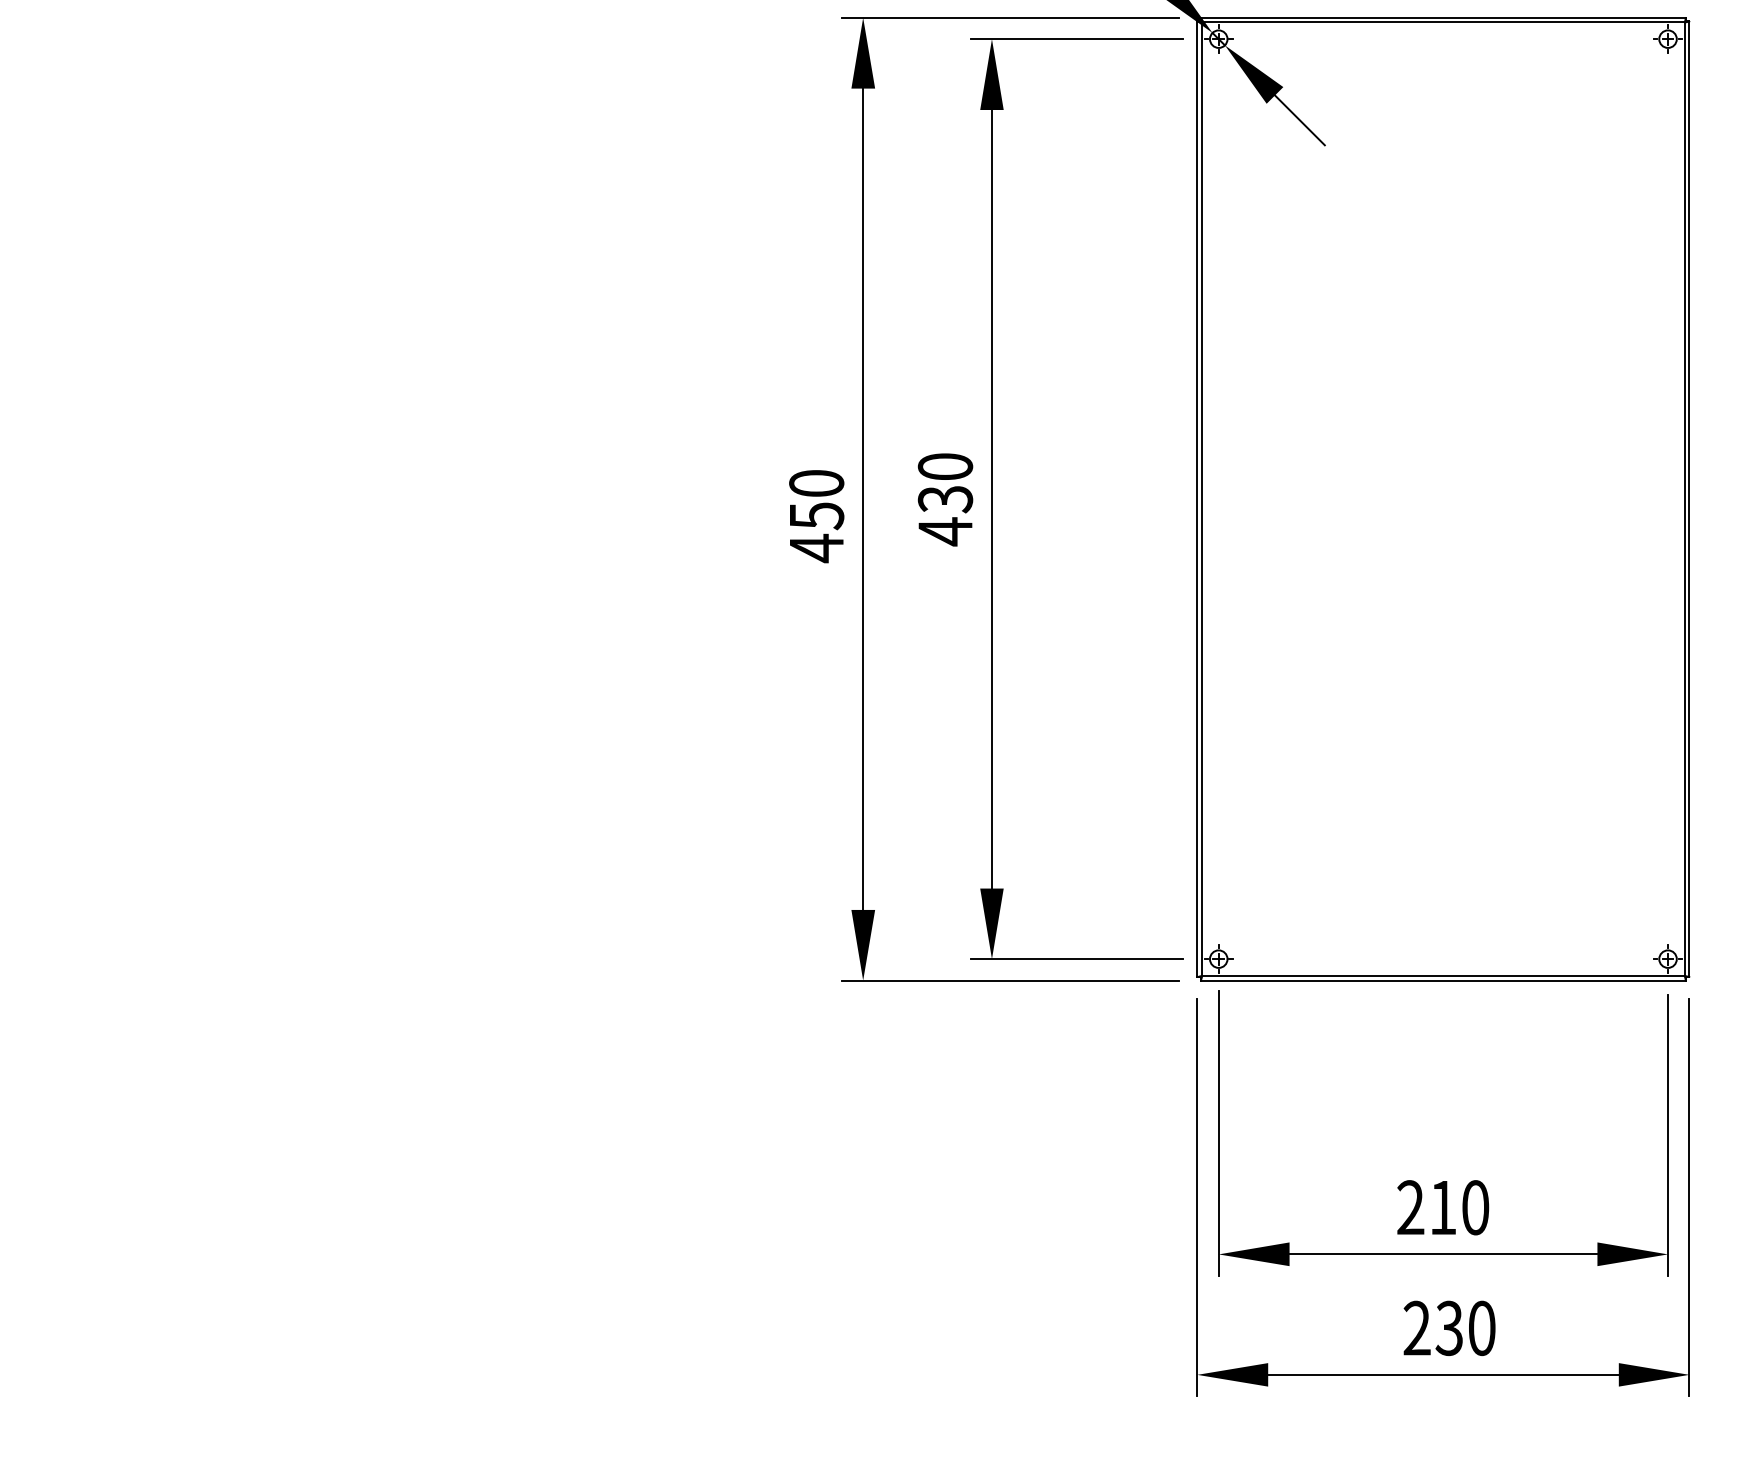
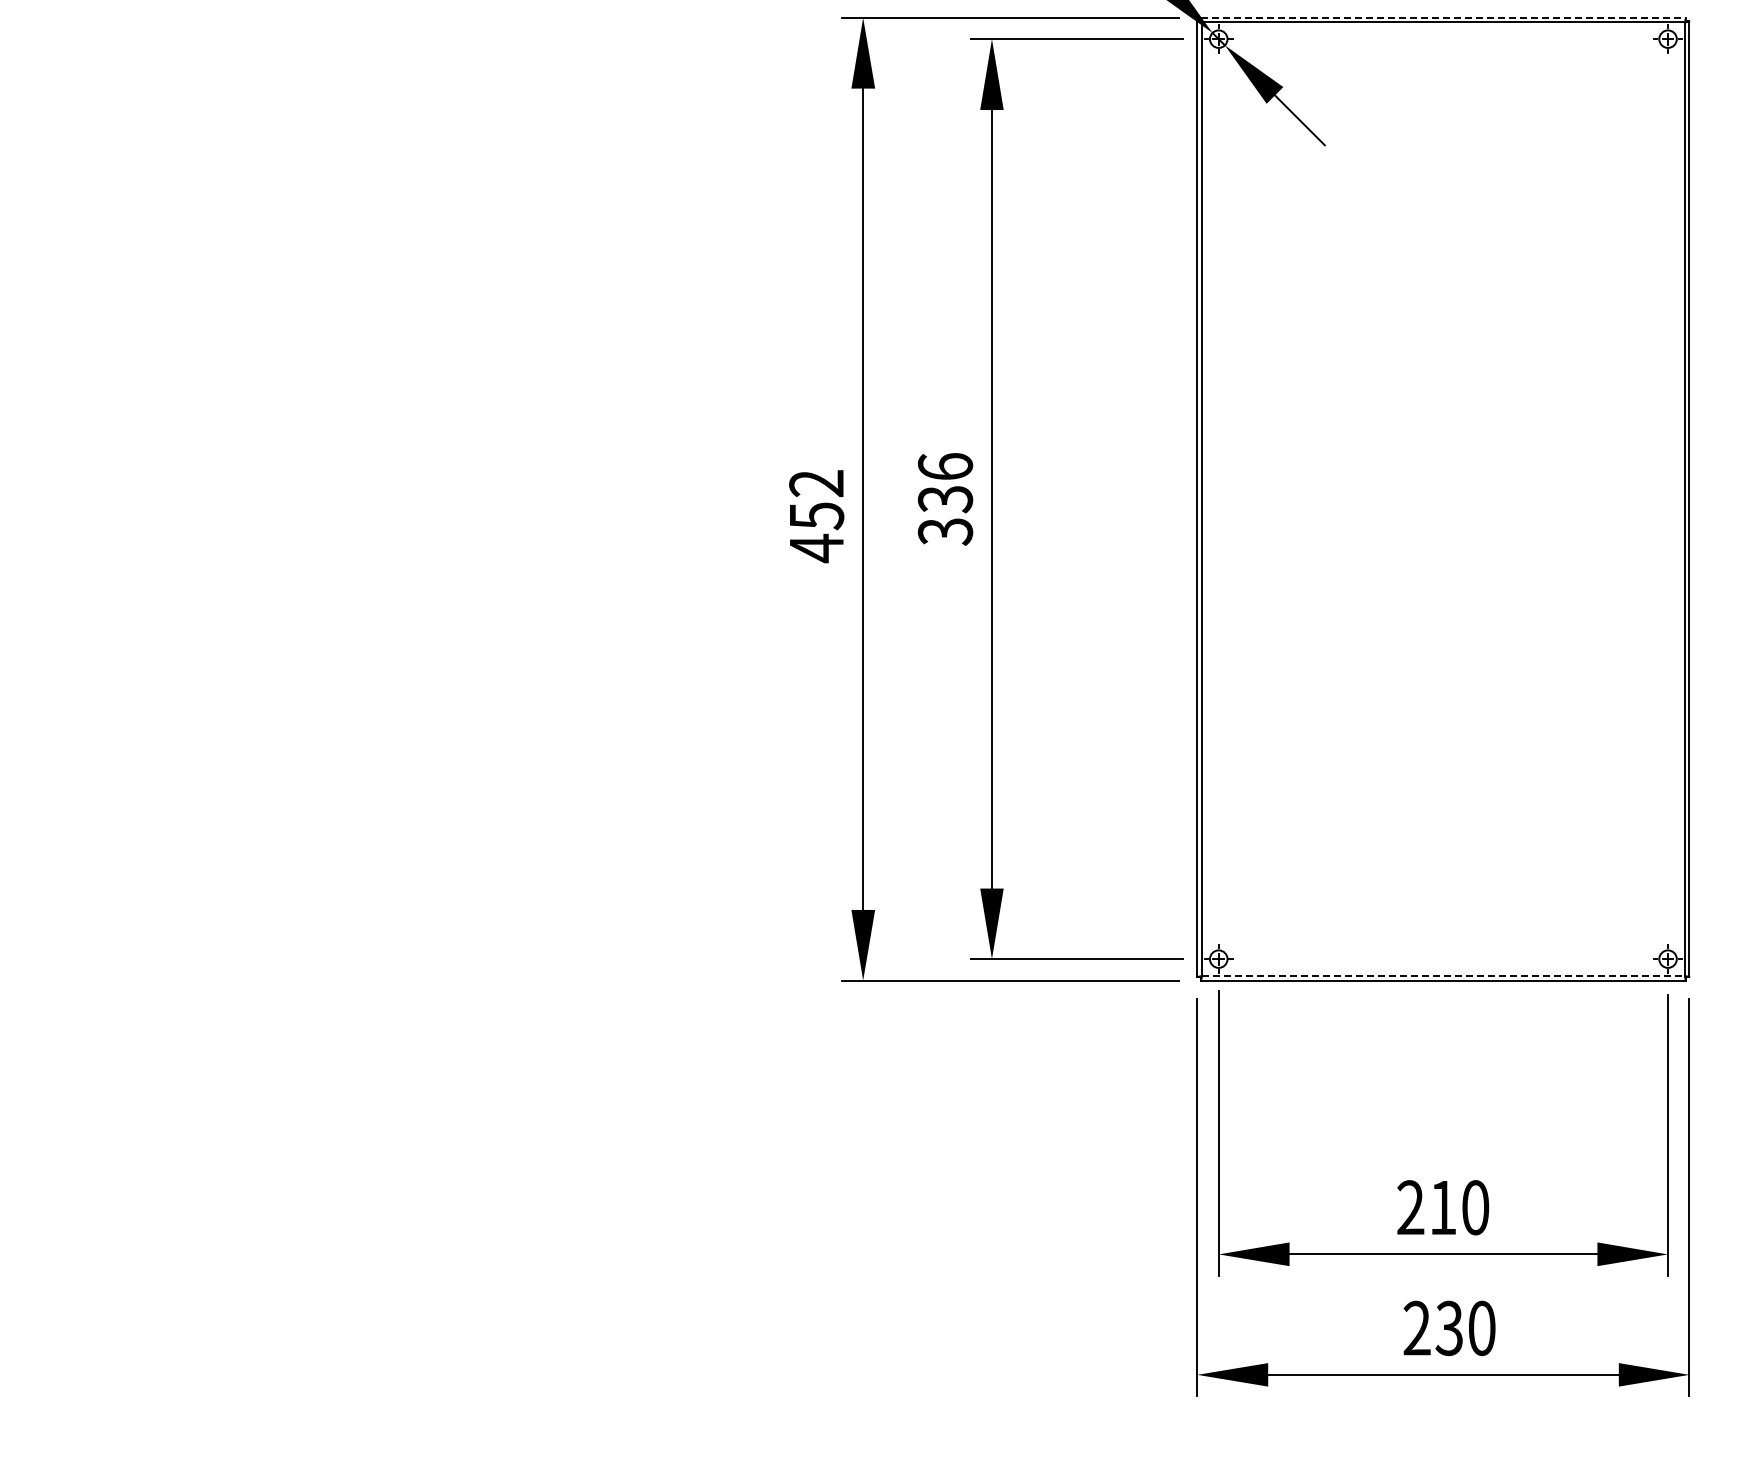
line at (1443, 17): solid -> dashed
text at (816, 483): 450 -> 452
text at (945, 499): 430 -> 336
line at (1443, 976): solid -> dashed
